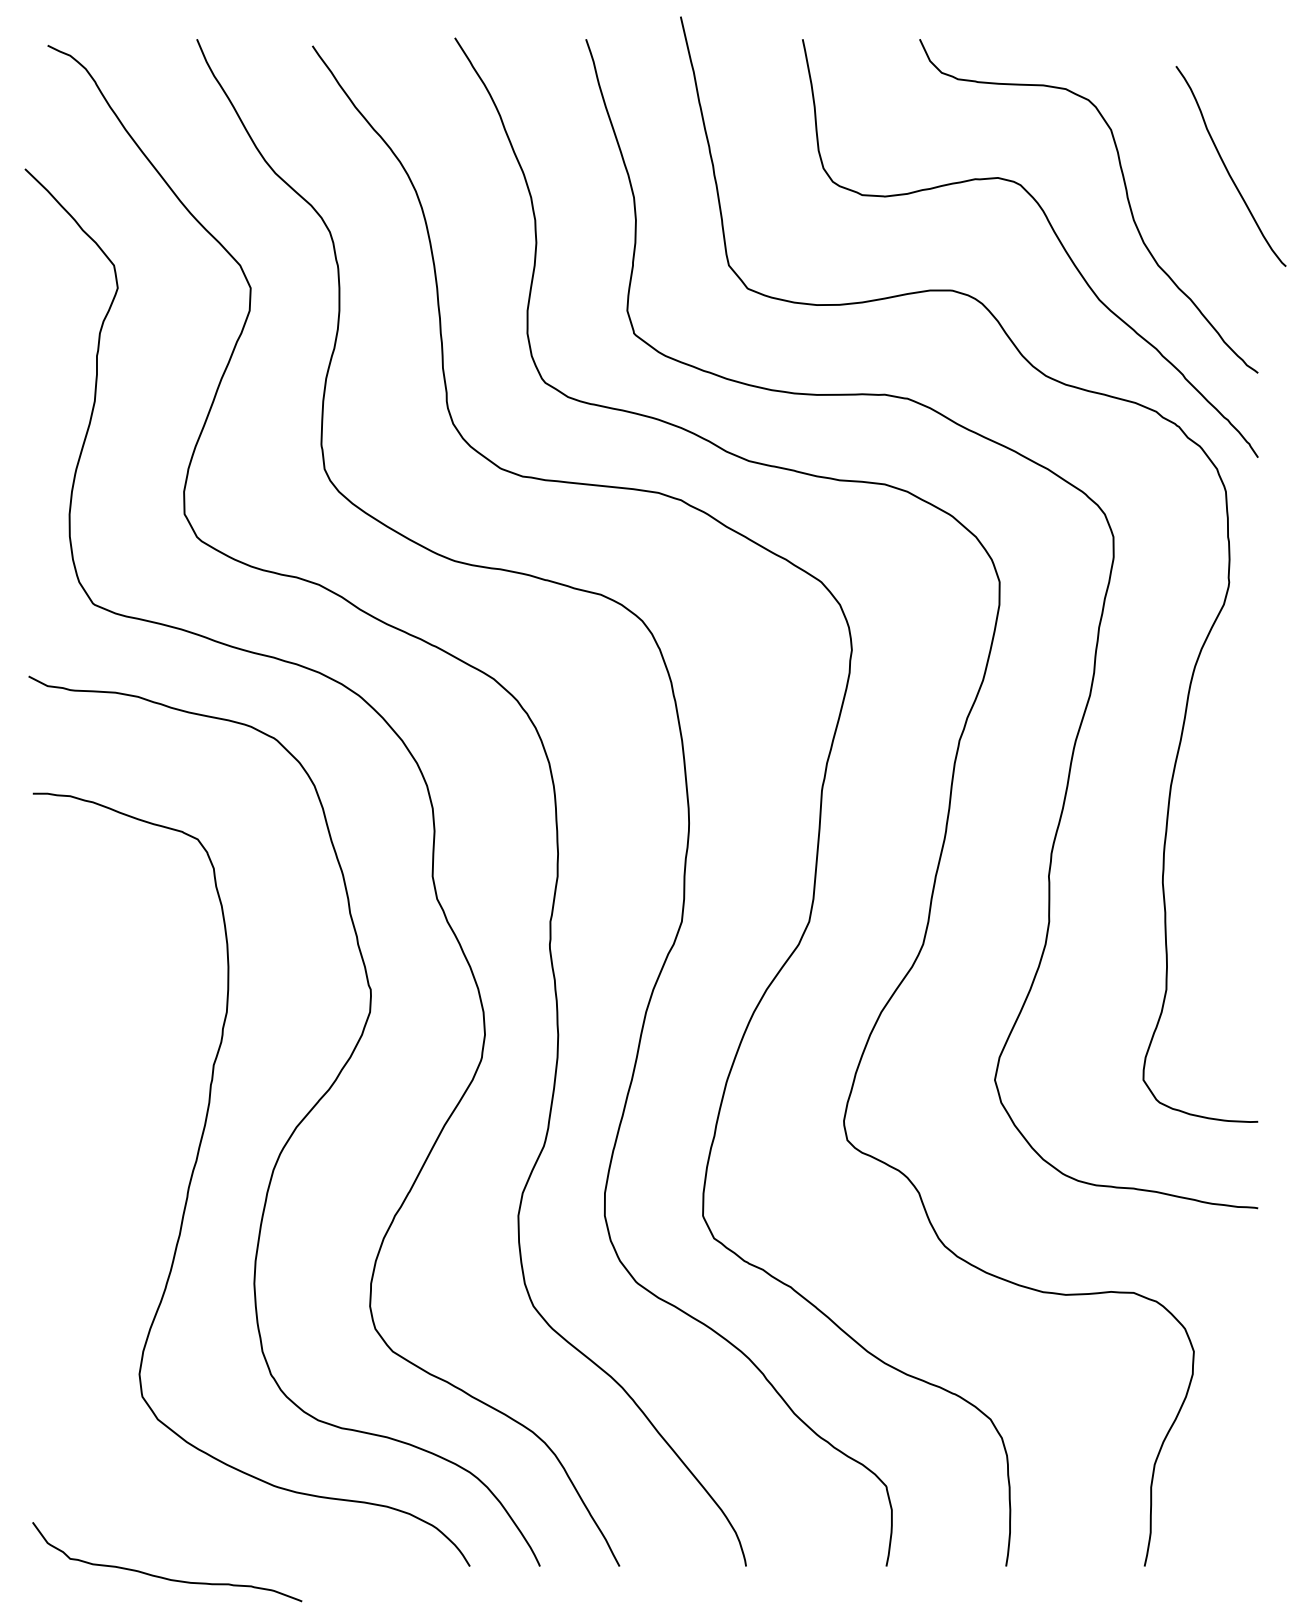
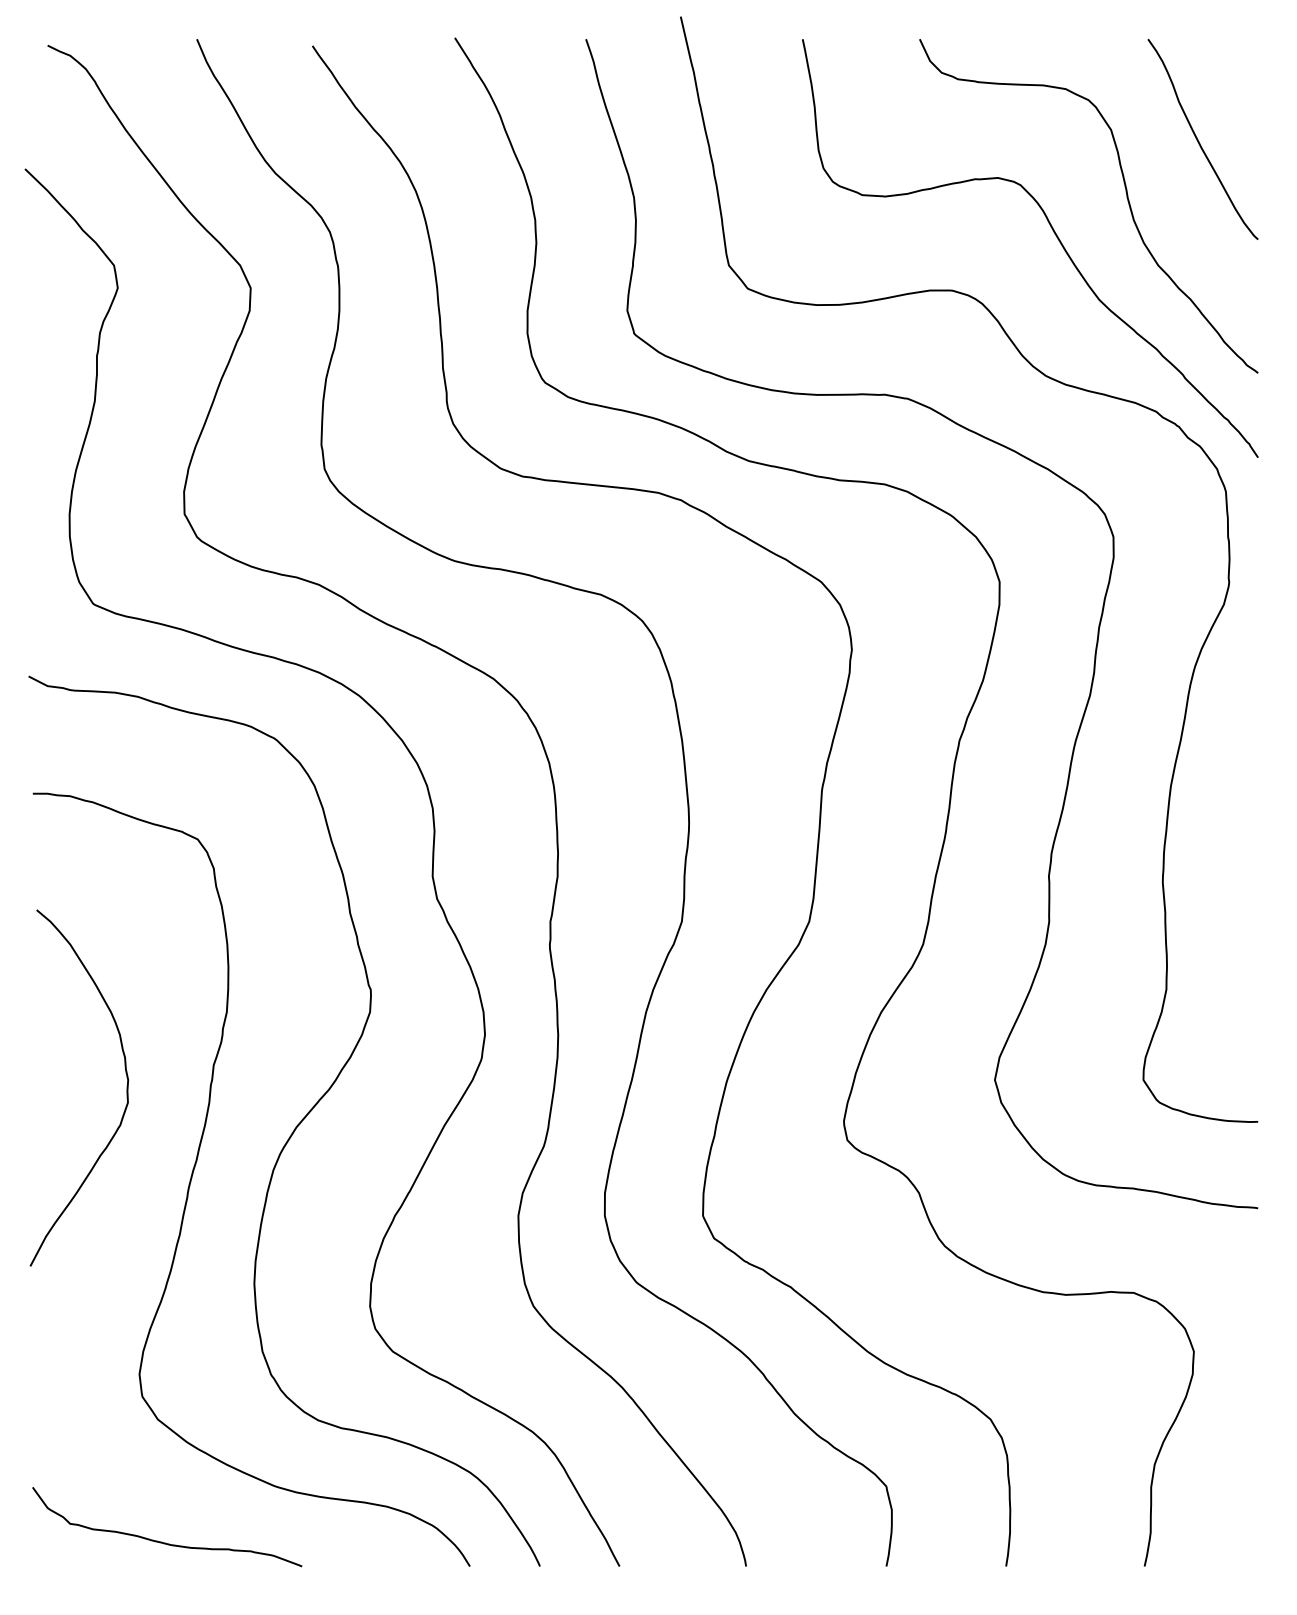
curve at (1227, 168) position: (1227, 168) -> (1199, 141)
curve at (126, 1087): none -> present
curve at (165, 1577) position: (165, 1577) -> (165, 1542)
